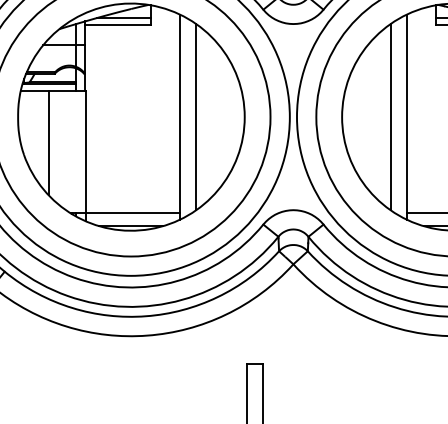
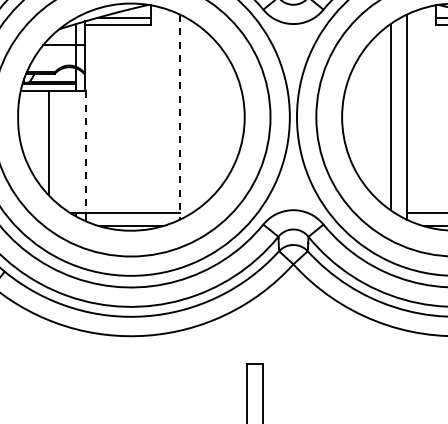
line at (179, 117): solid -> dashed
line at (196, 117): present -> none
line at (85, 152): solid -> dashed
